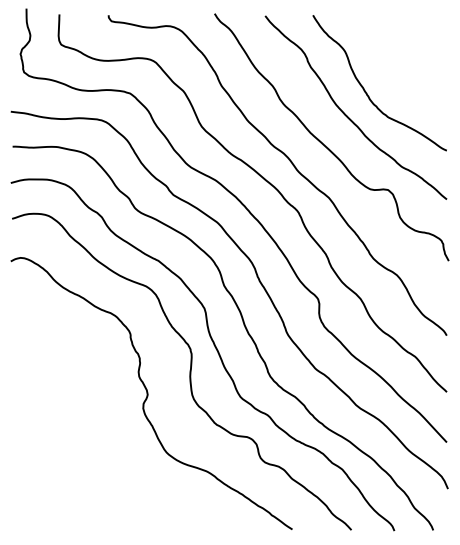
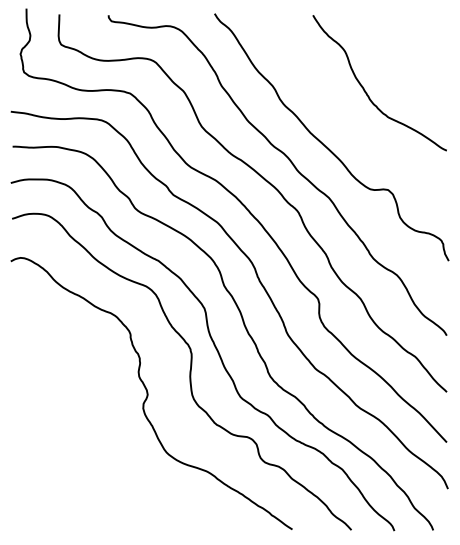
curve at (347, 115): present -> none
